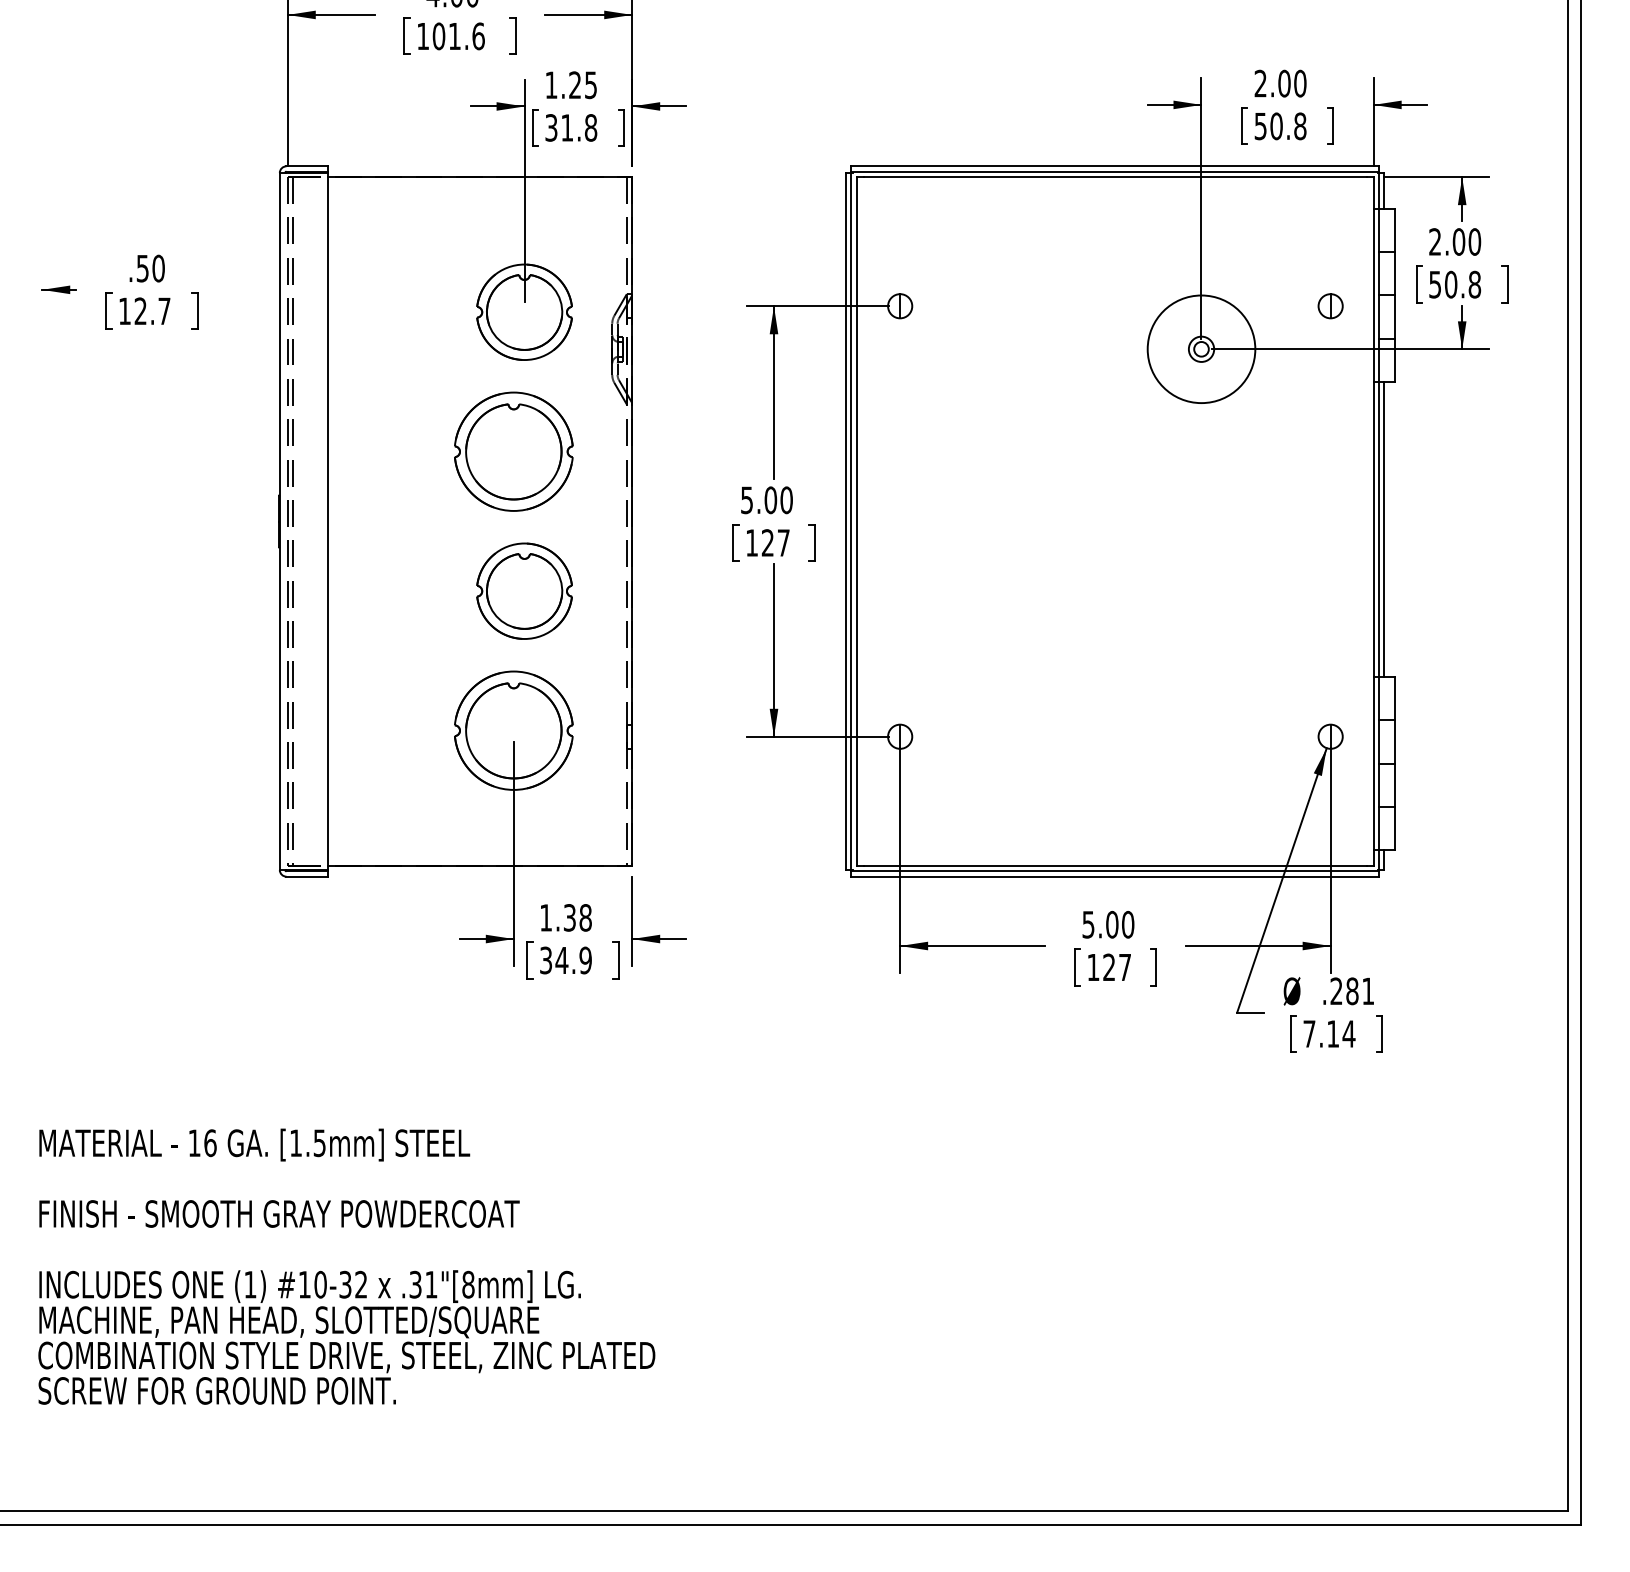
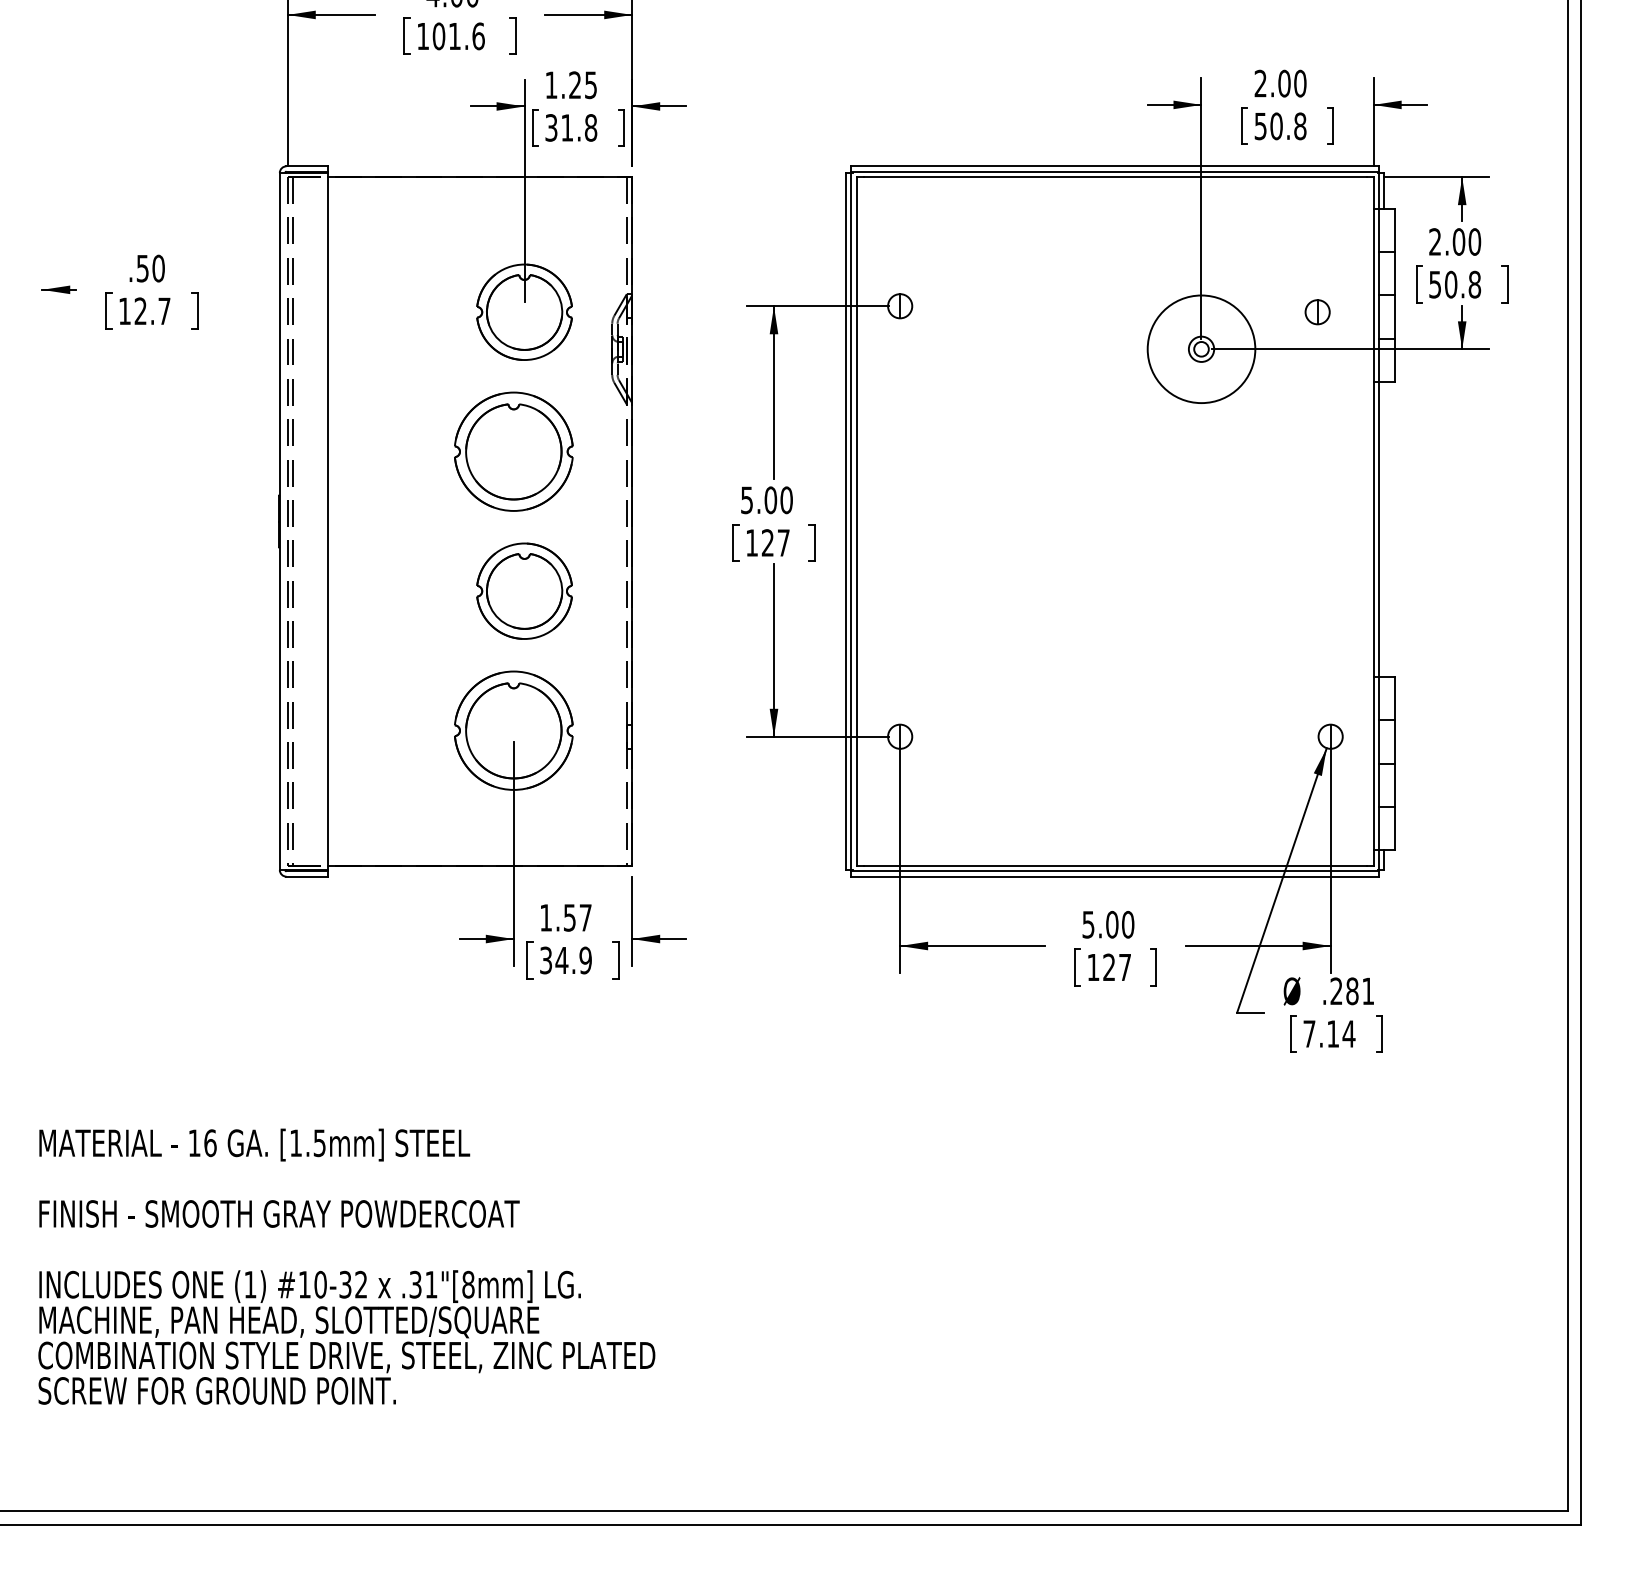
part at (1330, 306) position: (1330, 306) -> (1317, 312)
line at (1384, 529): present -> none
text at (577, 917): 1.38 -> 1.57
